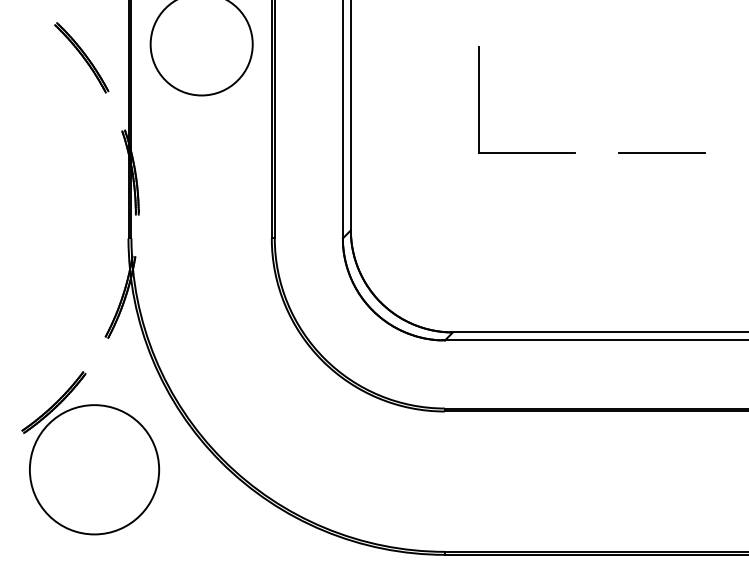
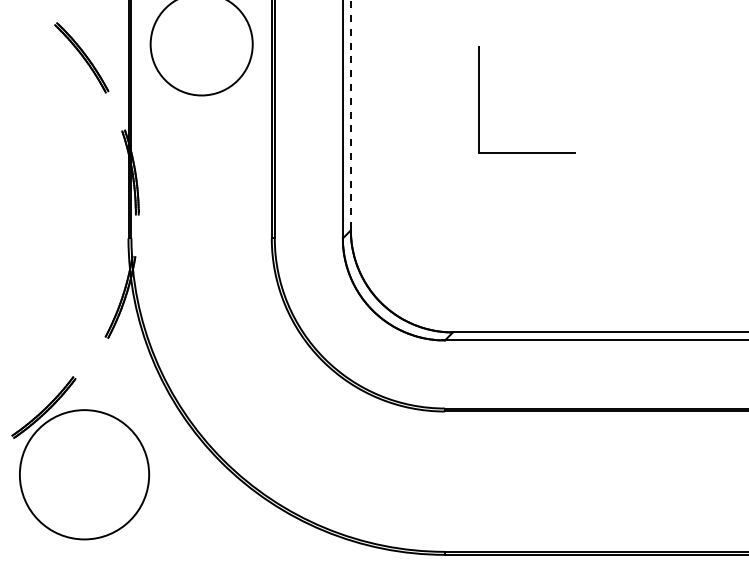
line at (350, 115): solid -> dashed
line at (661, 153): present -> none
part at (90, 453) position: (90, 453) -> (80, 458)
